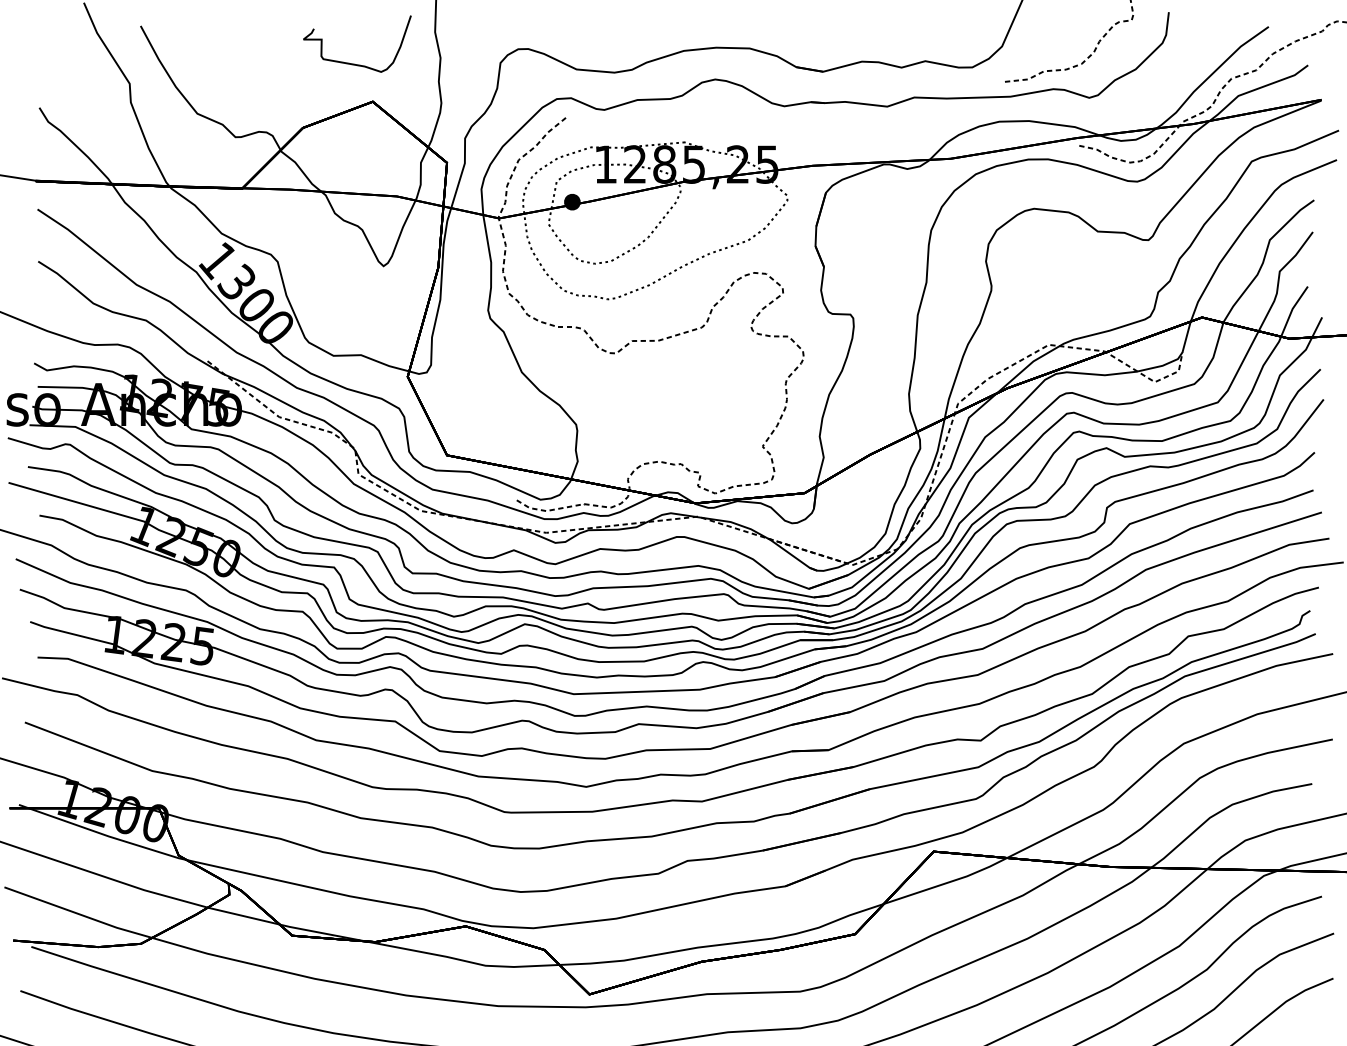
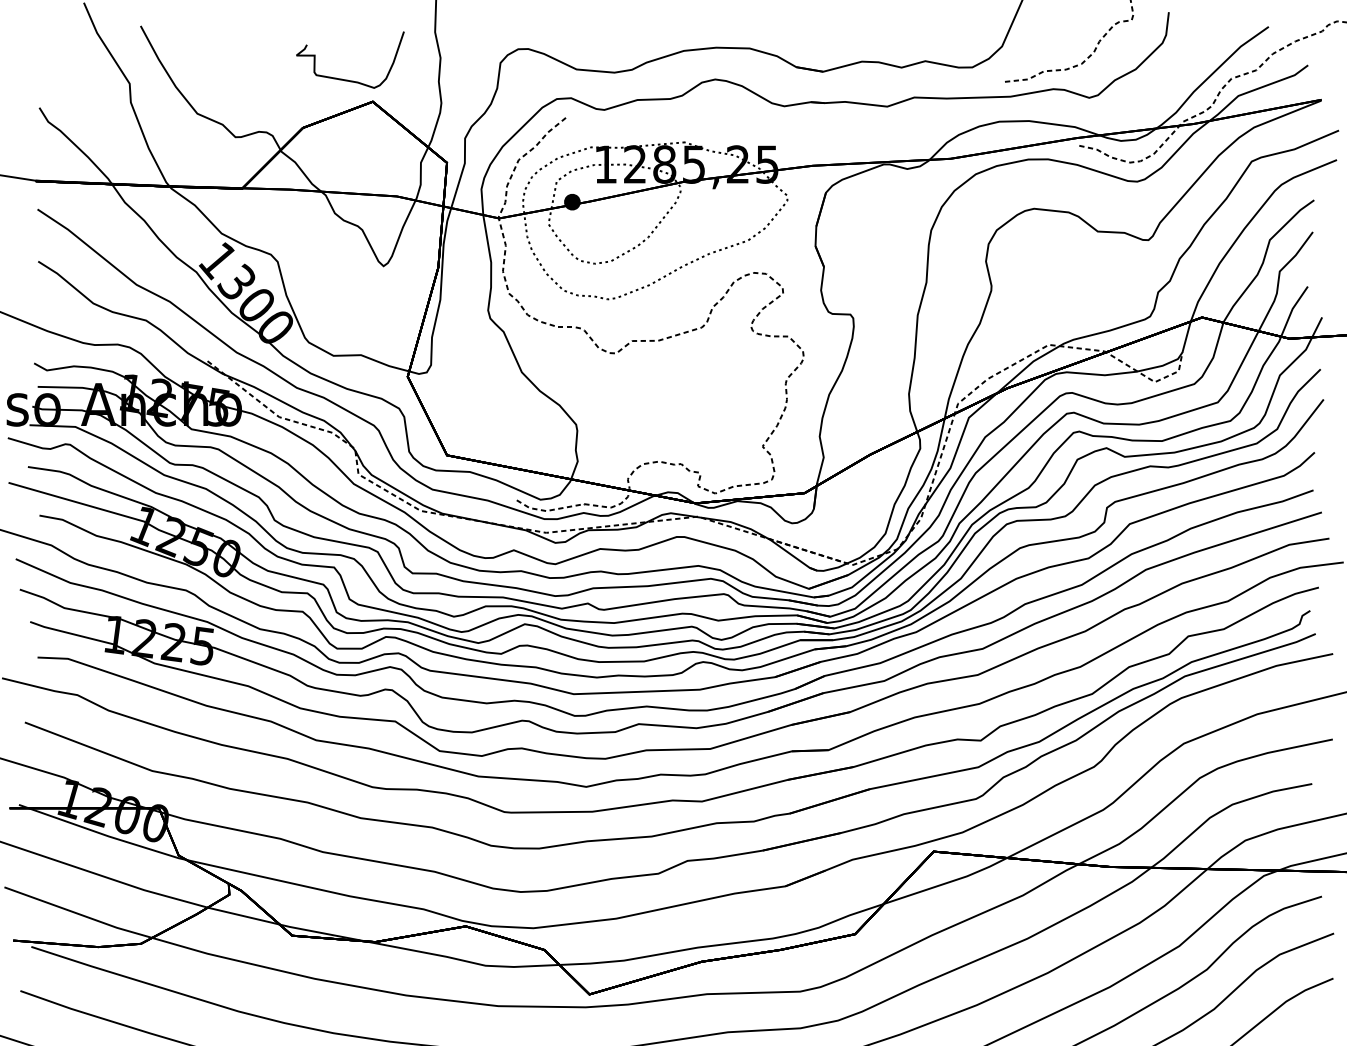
curve at (354, 63) position: (354, 63) -> (347, 79)
